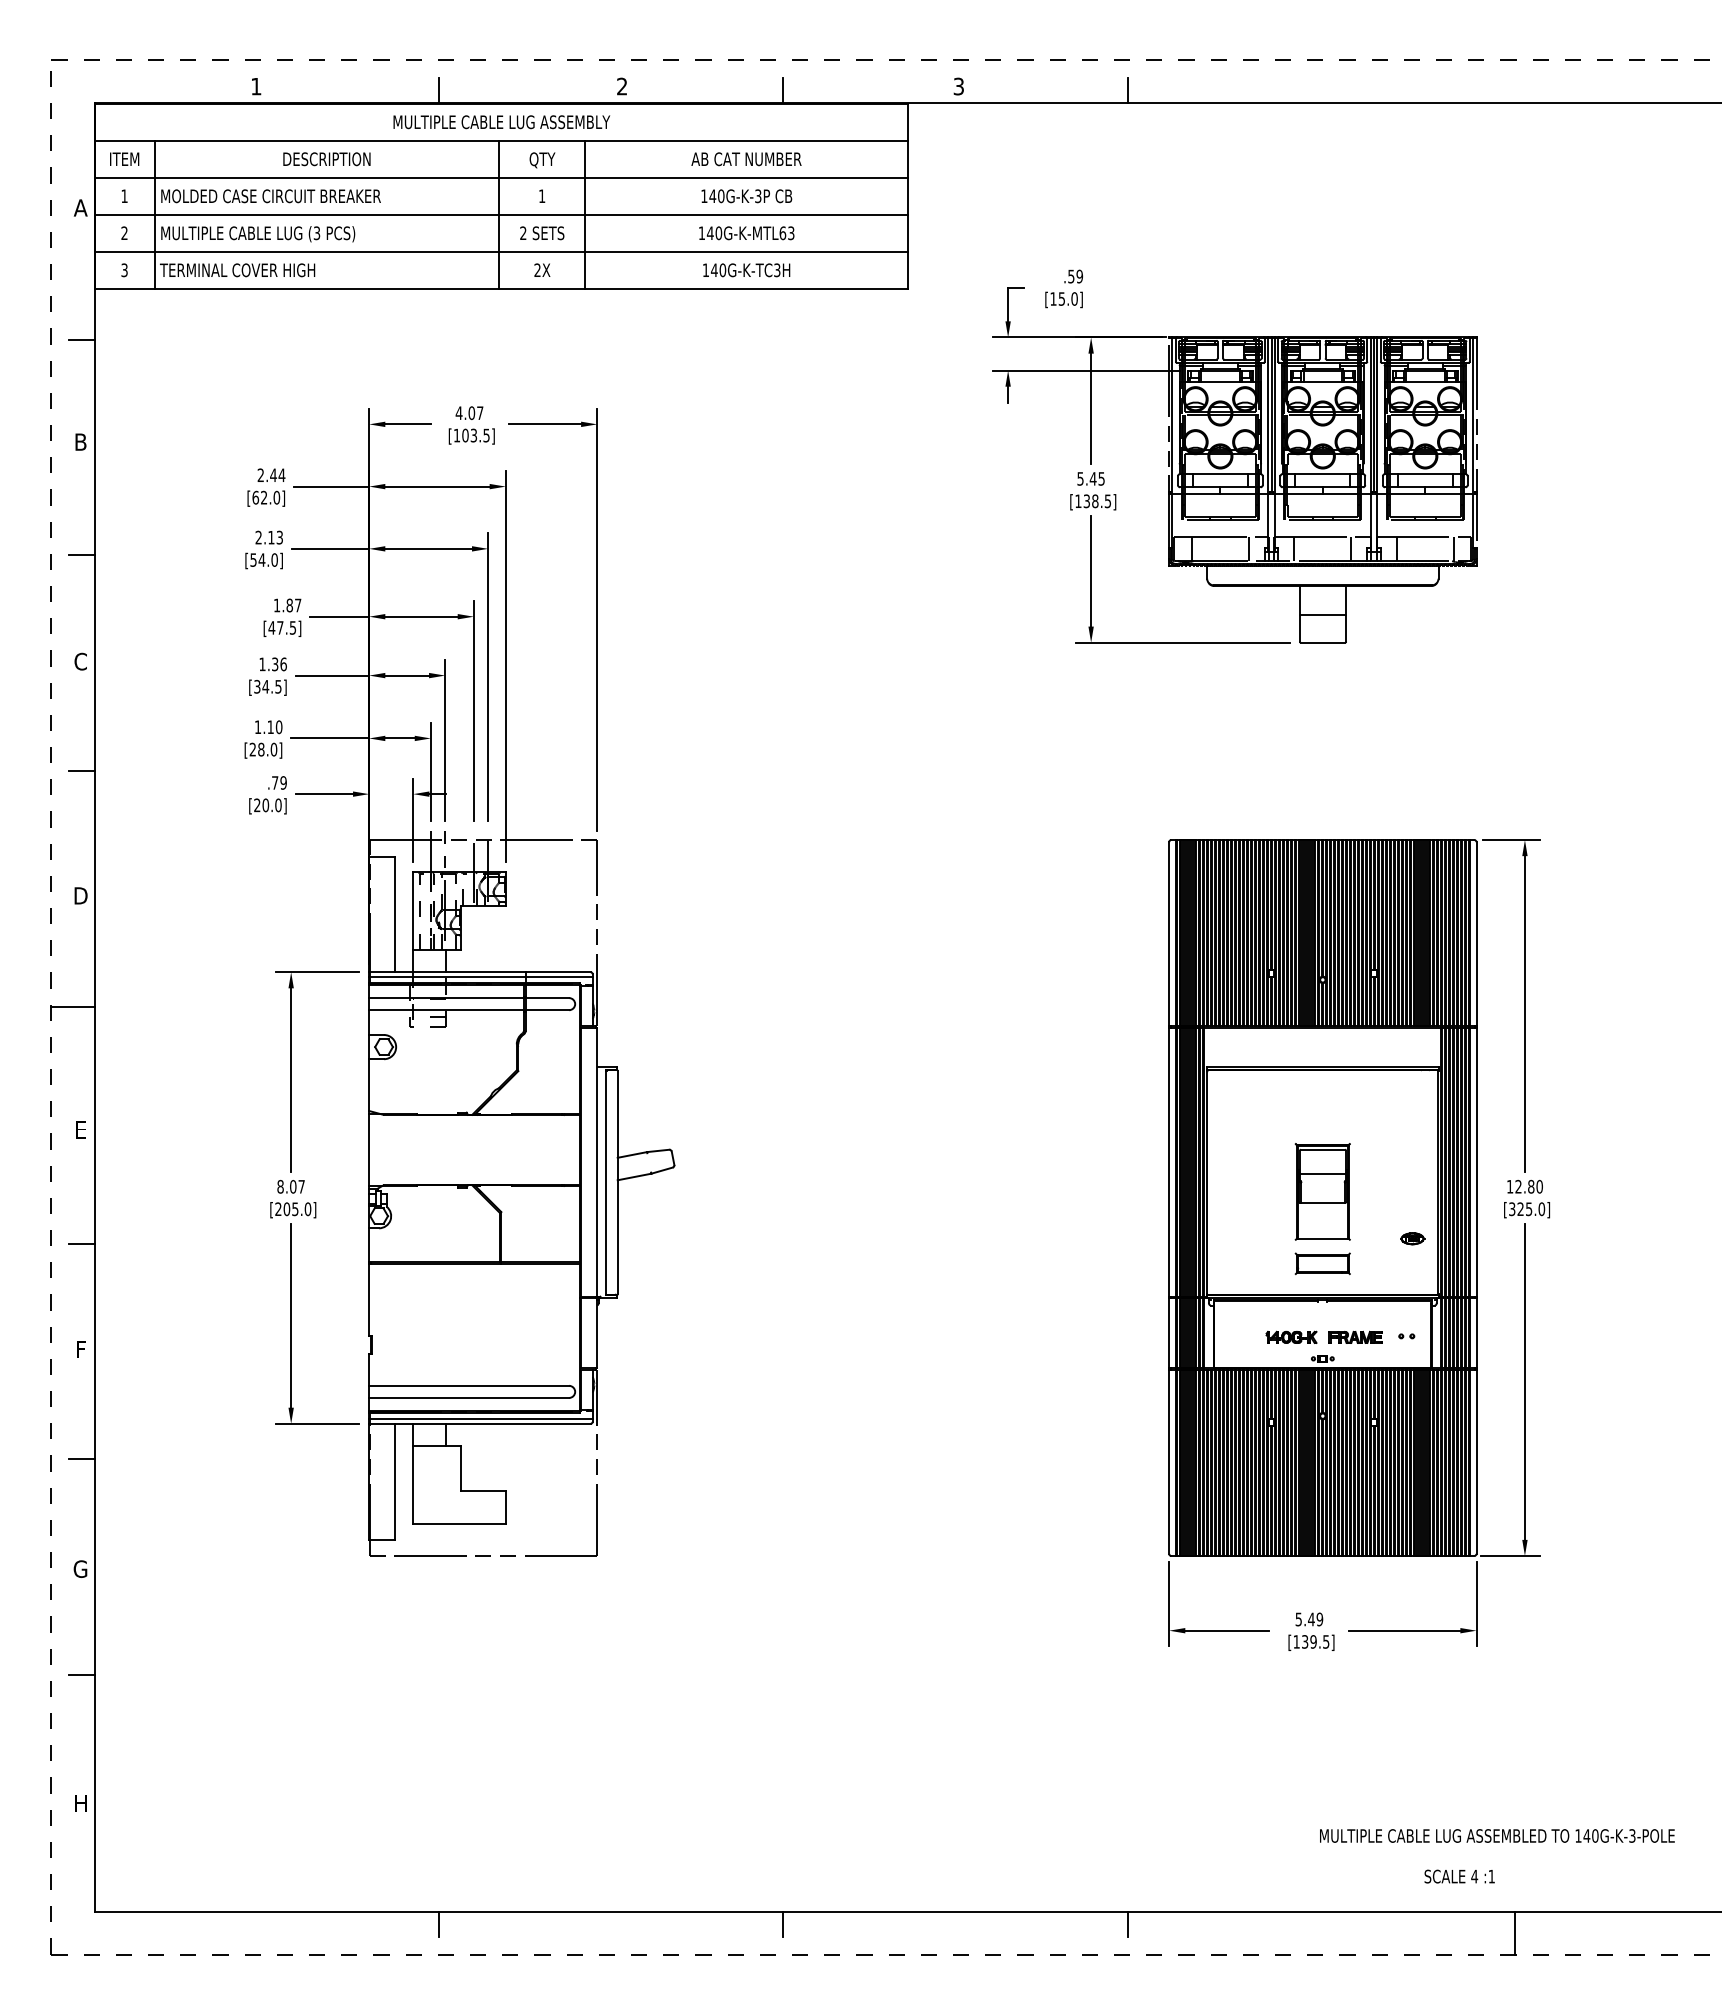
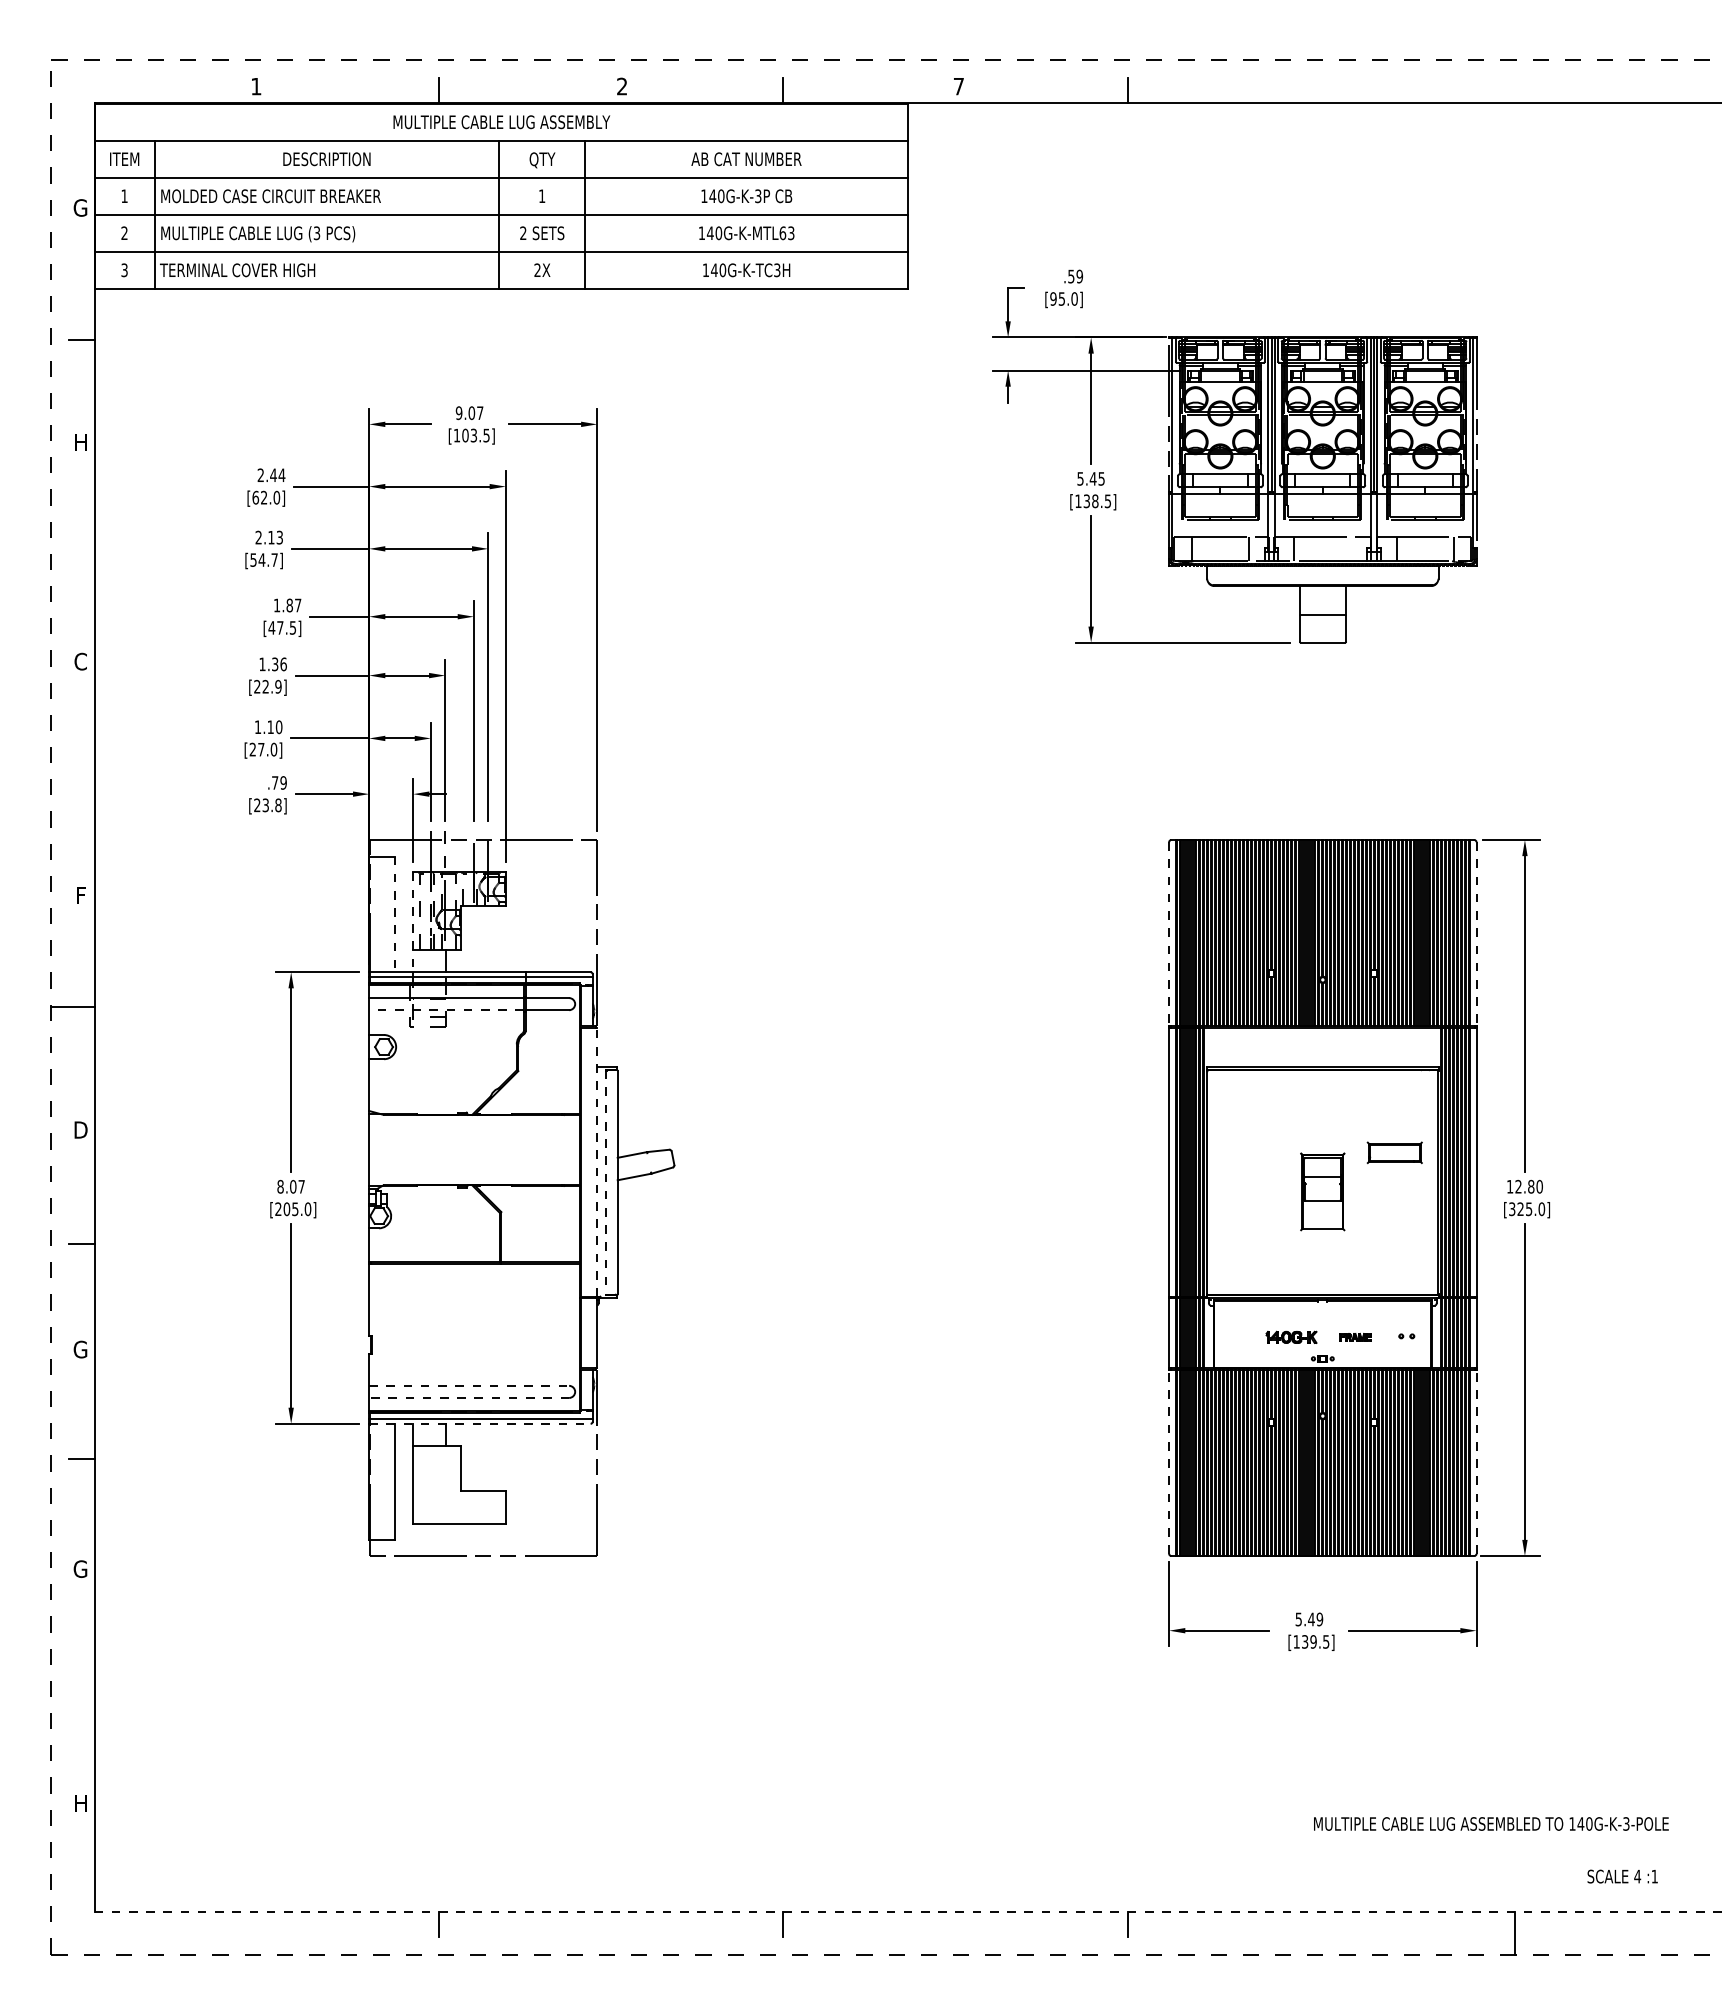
text at (958, 86): 3 -> 7
text at (80, 207): A -> G
text at (1053, 298): [15.0] -> [95.0]
text at (458, 413): 4.07 -> 9.07
text at (80, 441): B -> H
line at (1351, 548): present -> none
line at (81, 555): present -> none
text at (274, 559): [54.0] -> [54.7]
text at (267, 686): [34.5] -> [22.9]
text at (261, 749): [28.0] -> [27.0]
line at (81, 770): present -> none
text at (271, 805): [20.0] -> [23.8]
text at (80, 895): D -> F
line at (394, 914): solid -> dashed
line at (413, 922): solid -> dashed
line at (1169, 934): solid -> dashed
line at (1476, 934): solid -> dashed
line at (446, 1010): solid -> dashed
text at (80, 1129): E -> D
line at (597, 1162): solid -> dashed
line at (606, 1183): solid -> dashed
part at (1322, 1191) size: 57x98 px -> 46x80 px
part at (1412, 1238): present -> none
part at (1322, 1263) position: (1322, 1263) -> (1394, 1152)
part at (1355, 1336) size: 55x14 px -> 33x9 px
text at (80, 1349): F -> G
line at (469, 1385): solid -> dashed
line at (469, 1397): solid -> dashed
line at (479, 1423): solid -> dashed
line at (1169, 1461): solid -> dashed
line at (1476, 1461): solid -> dashed
line at (81, 1674): present -> none
text at (1497, 1835) position: (1497, 1835) -> (1491, 1823)
text at (1459, 1876) position: (1459, 1876) -> (1622, 1876)
line at (908, 1911): solid -> dashed
